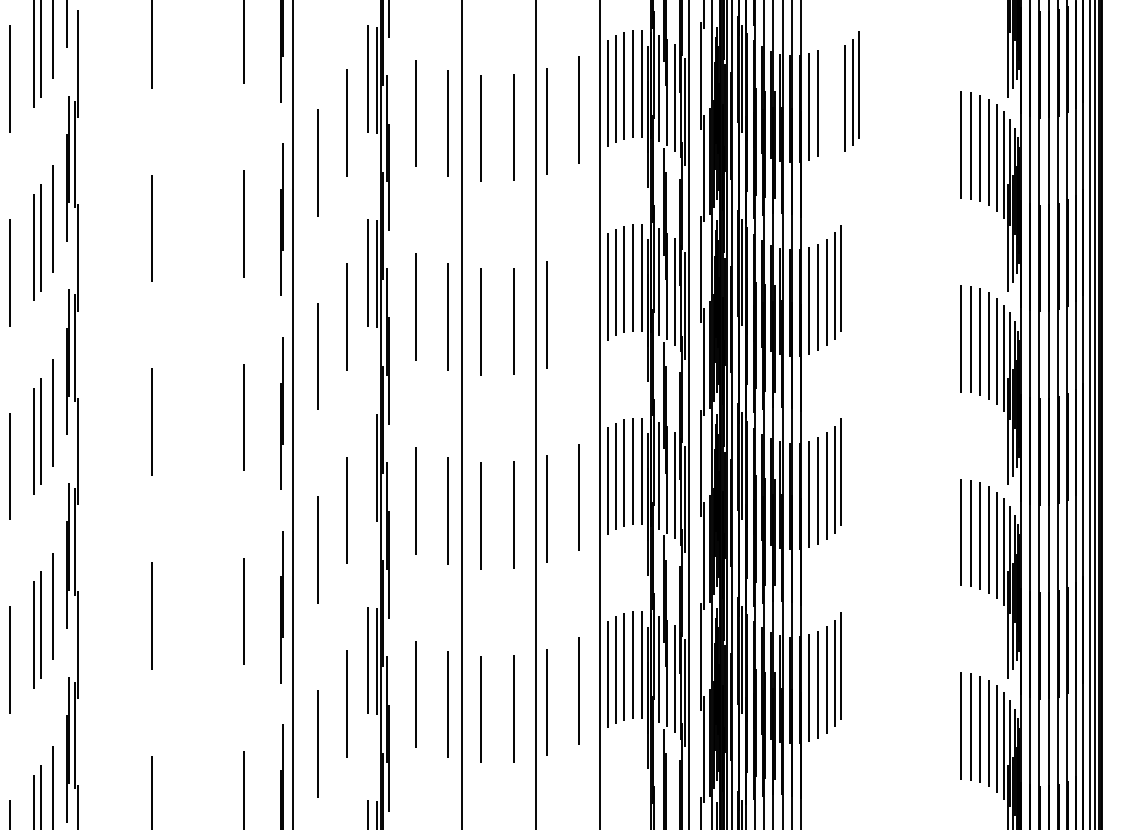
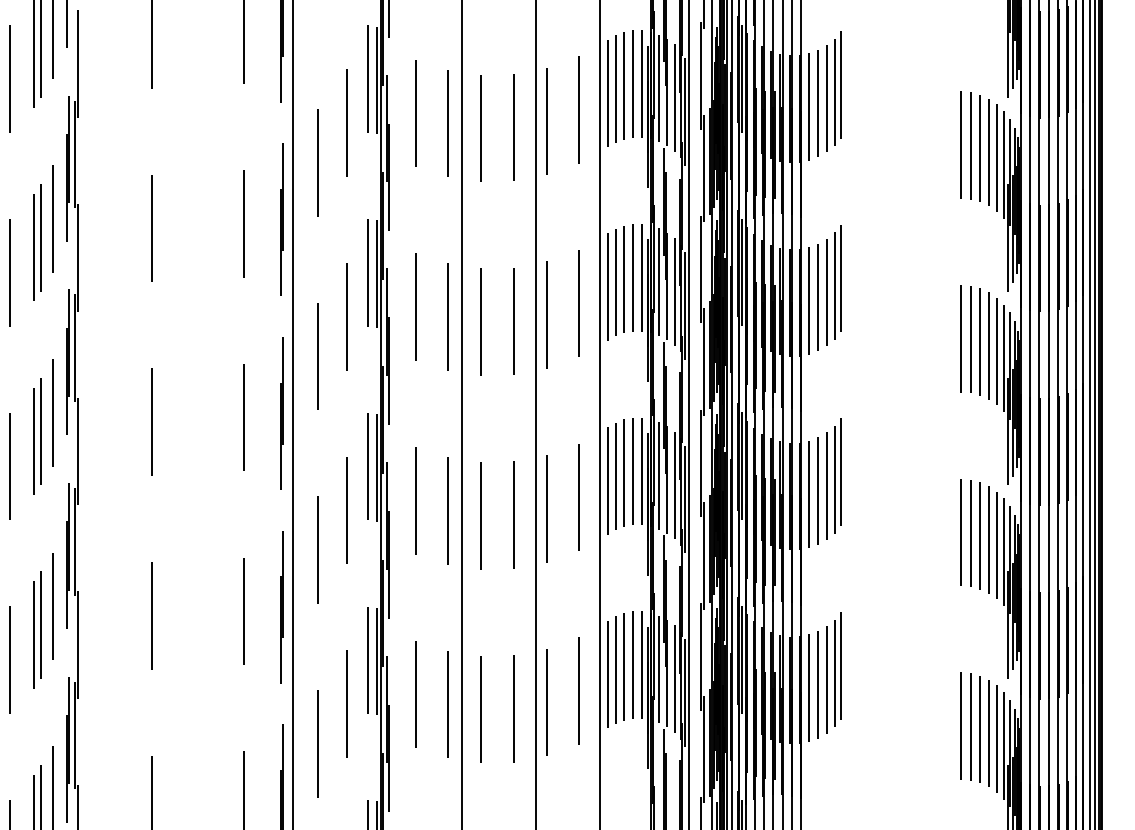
part at (851, 91) position: (851, 91) -> (833, 91)
line at (578, 303): none -> present
line at (368, 466): none -> present
